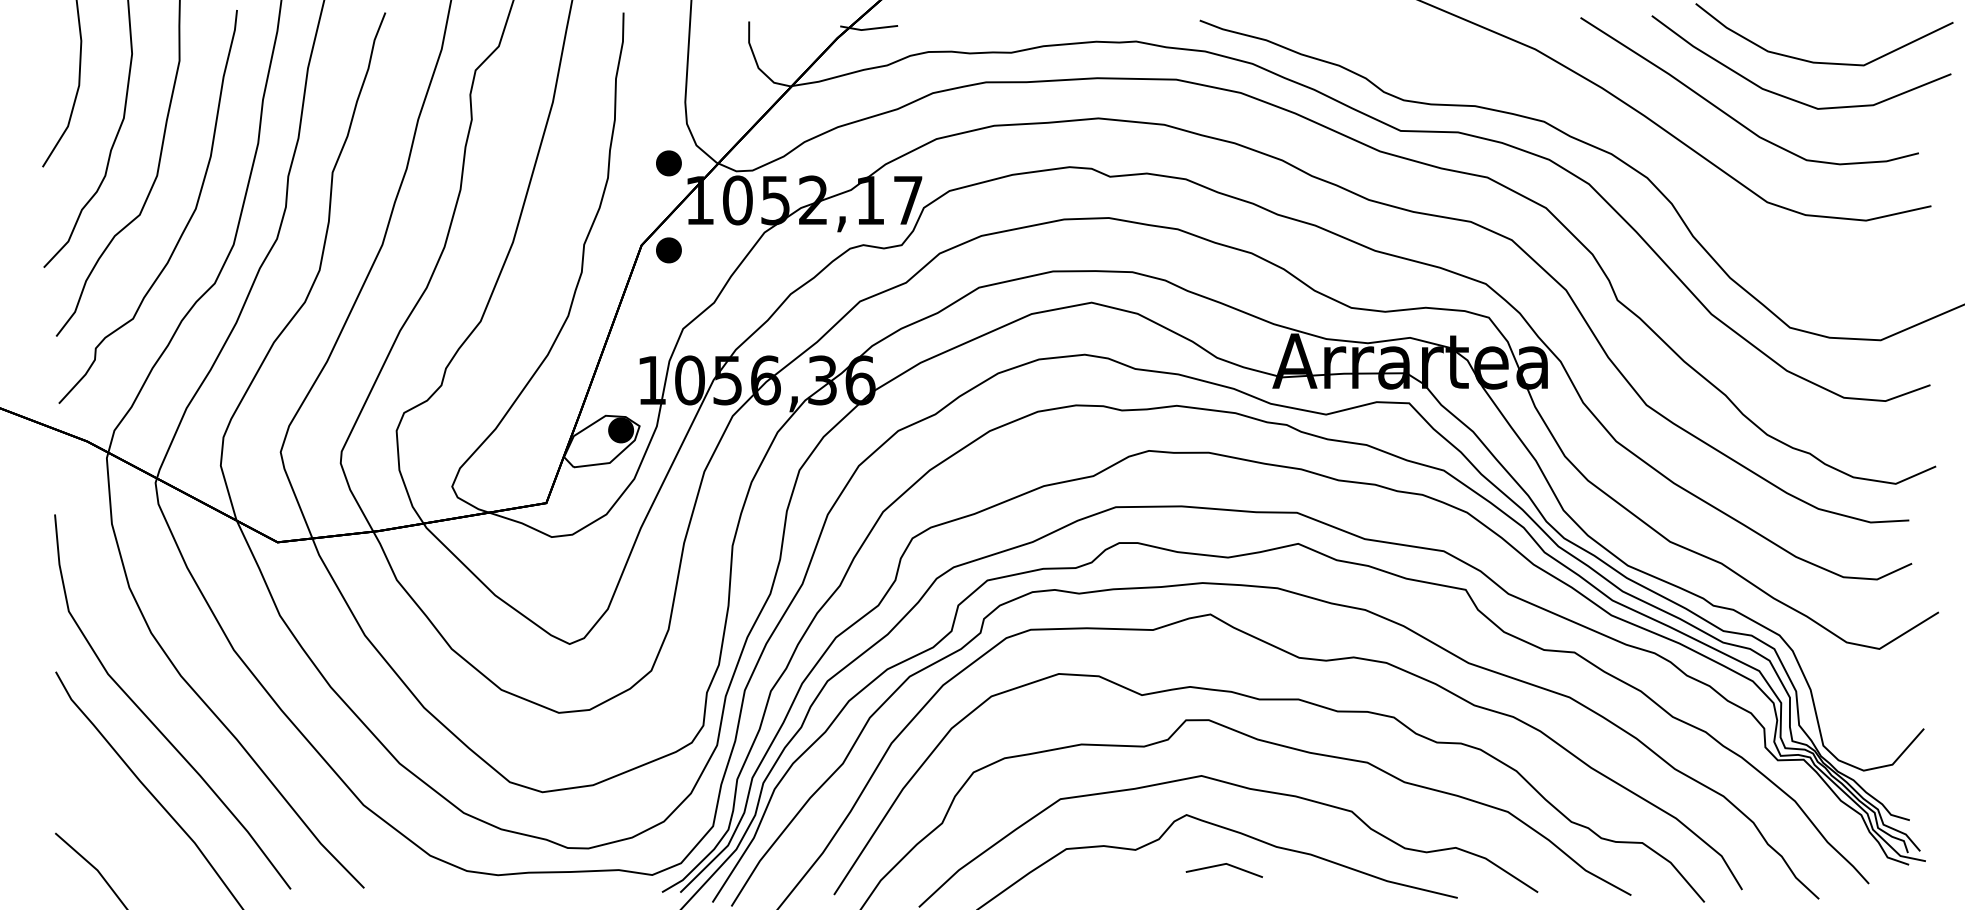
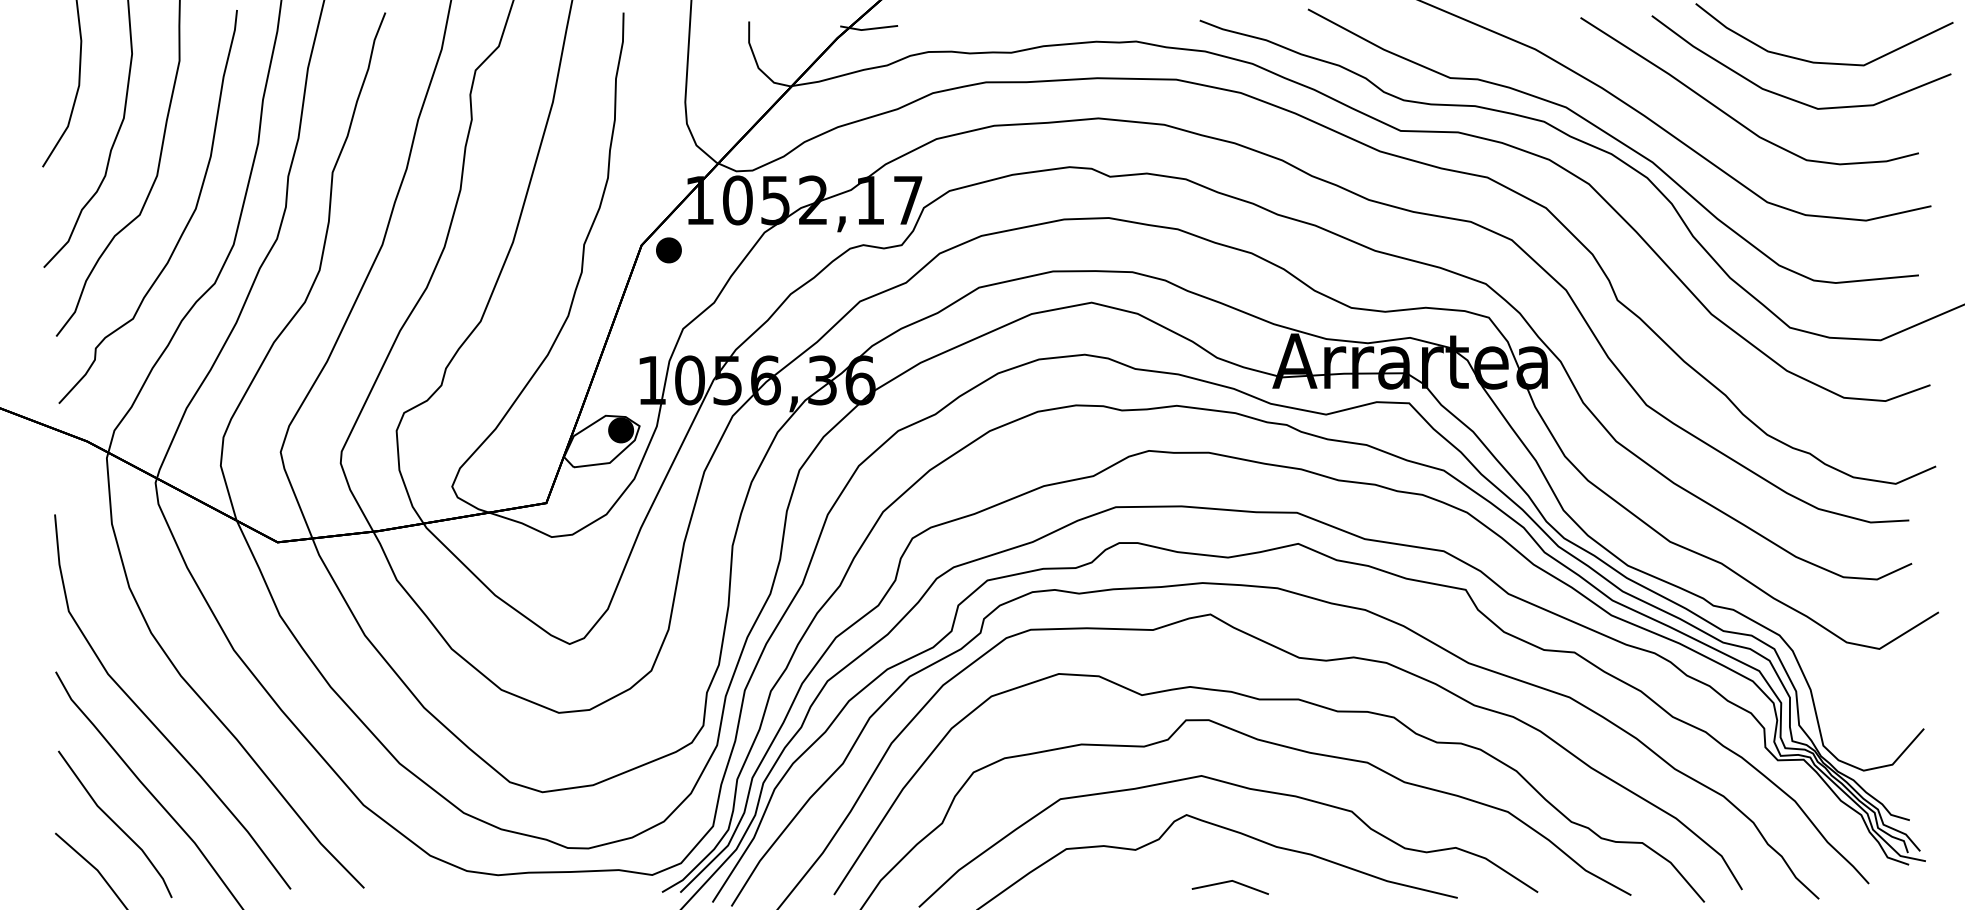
curve at (1614, 139): none -> present
part at (668, 163): present -> none
line at (115, 824): none -> present
line at (1223, 865) position: (1223, 865) -> (1229, 882)
